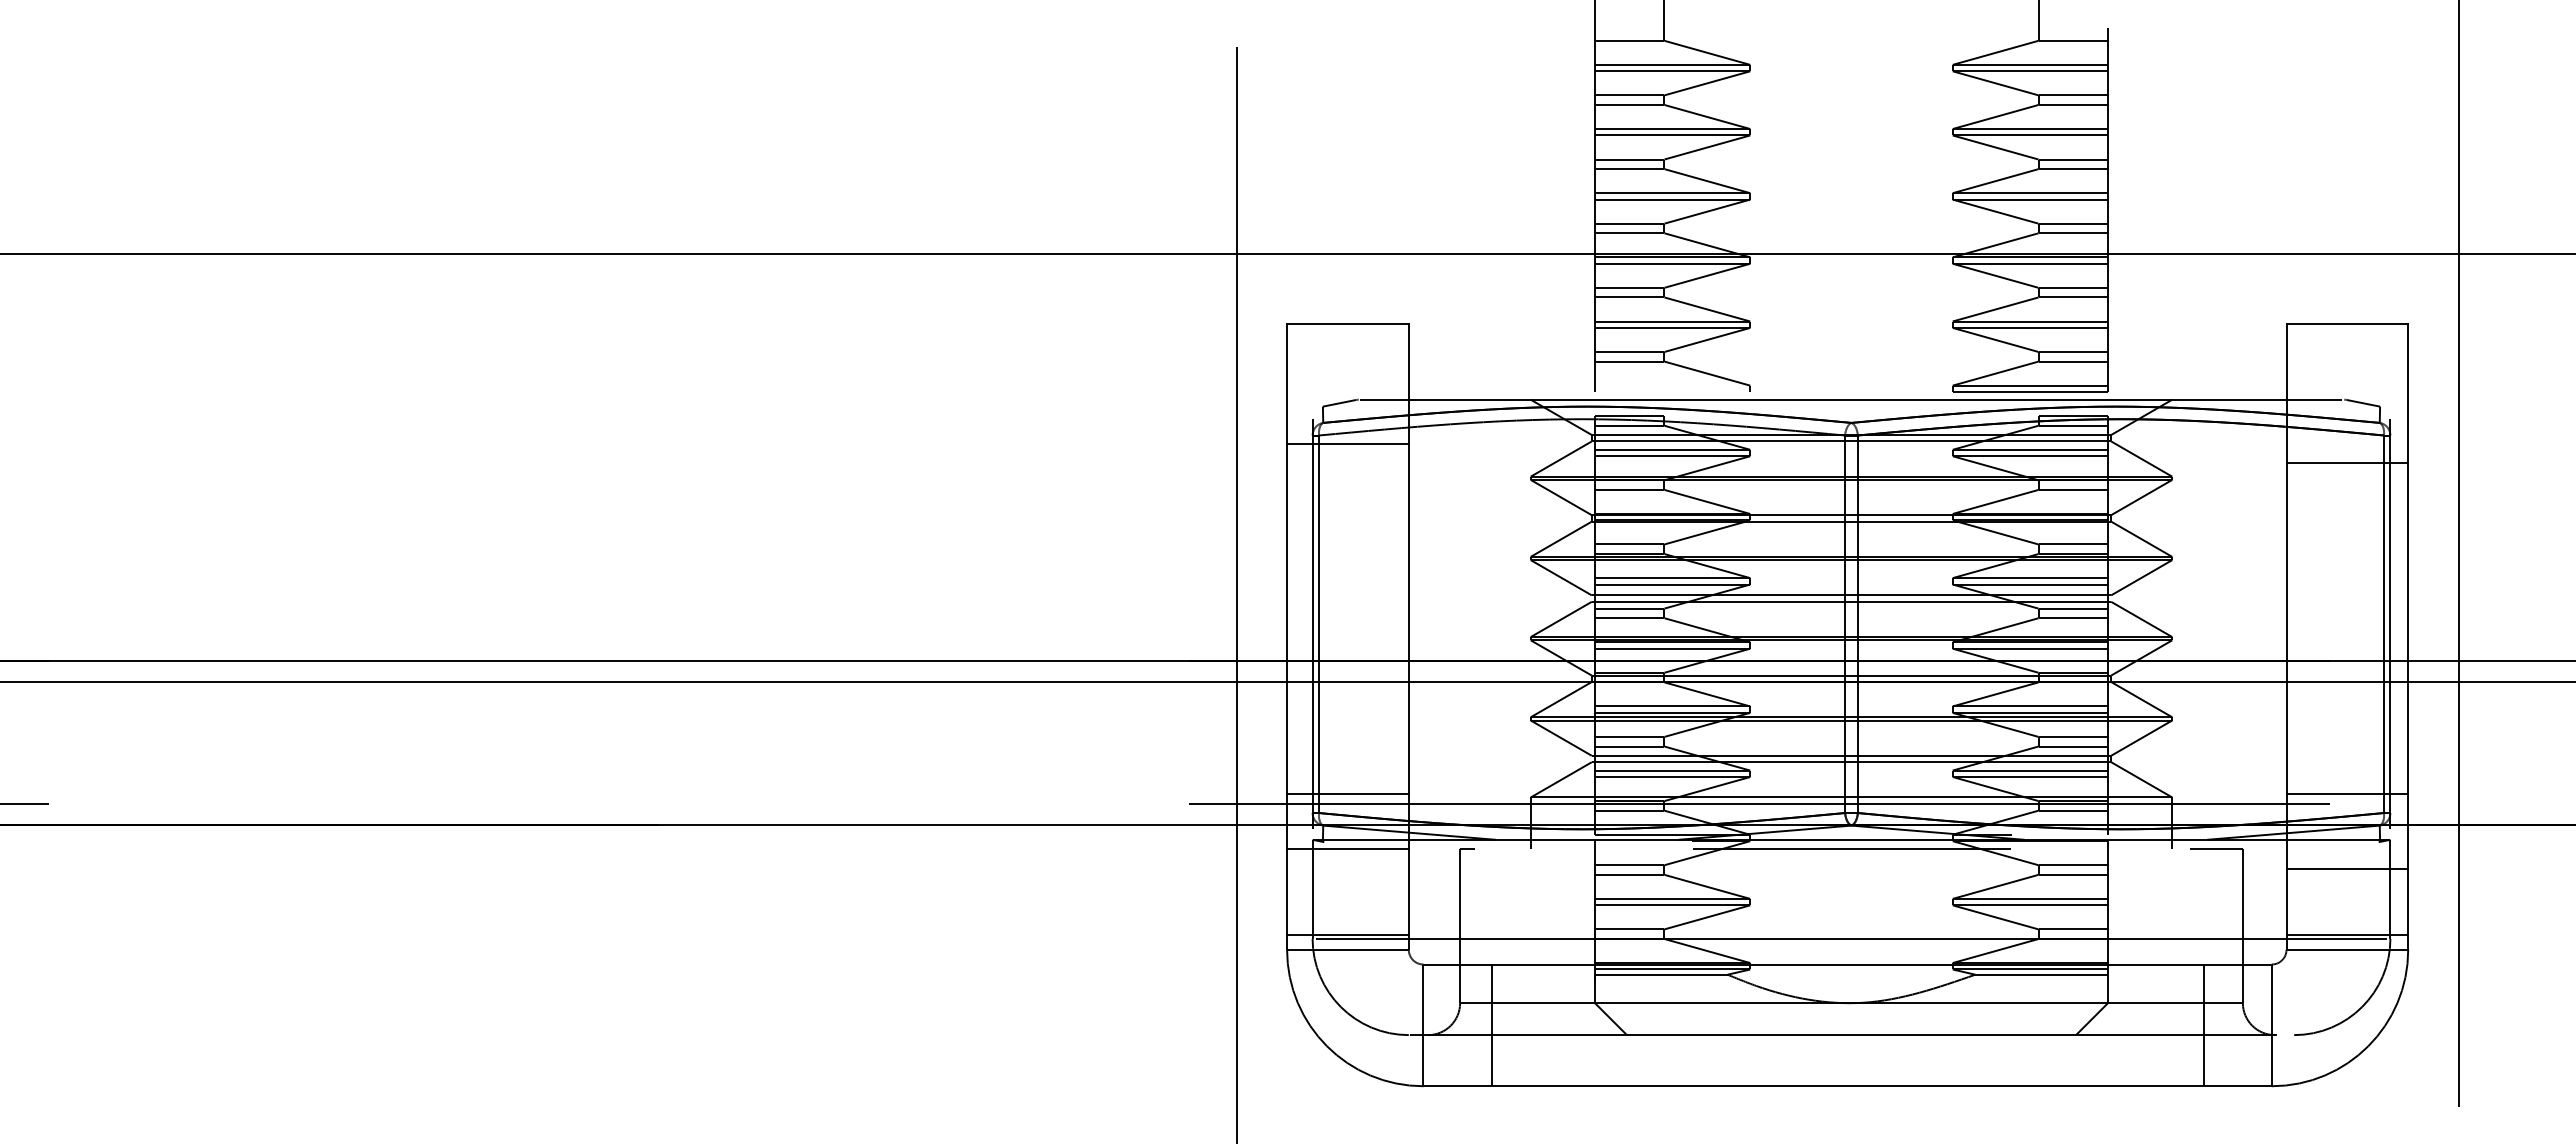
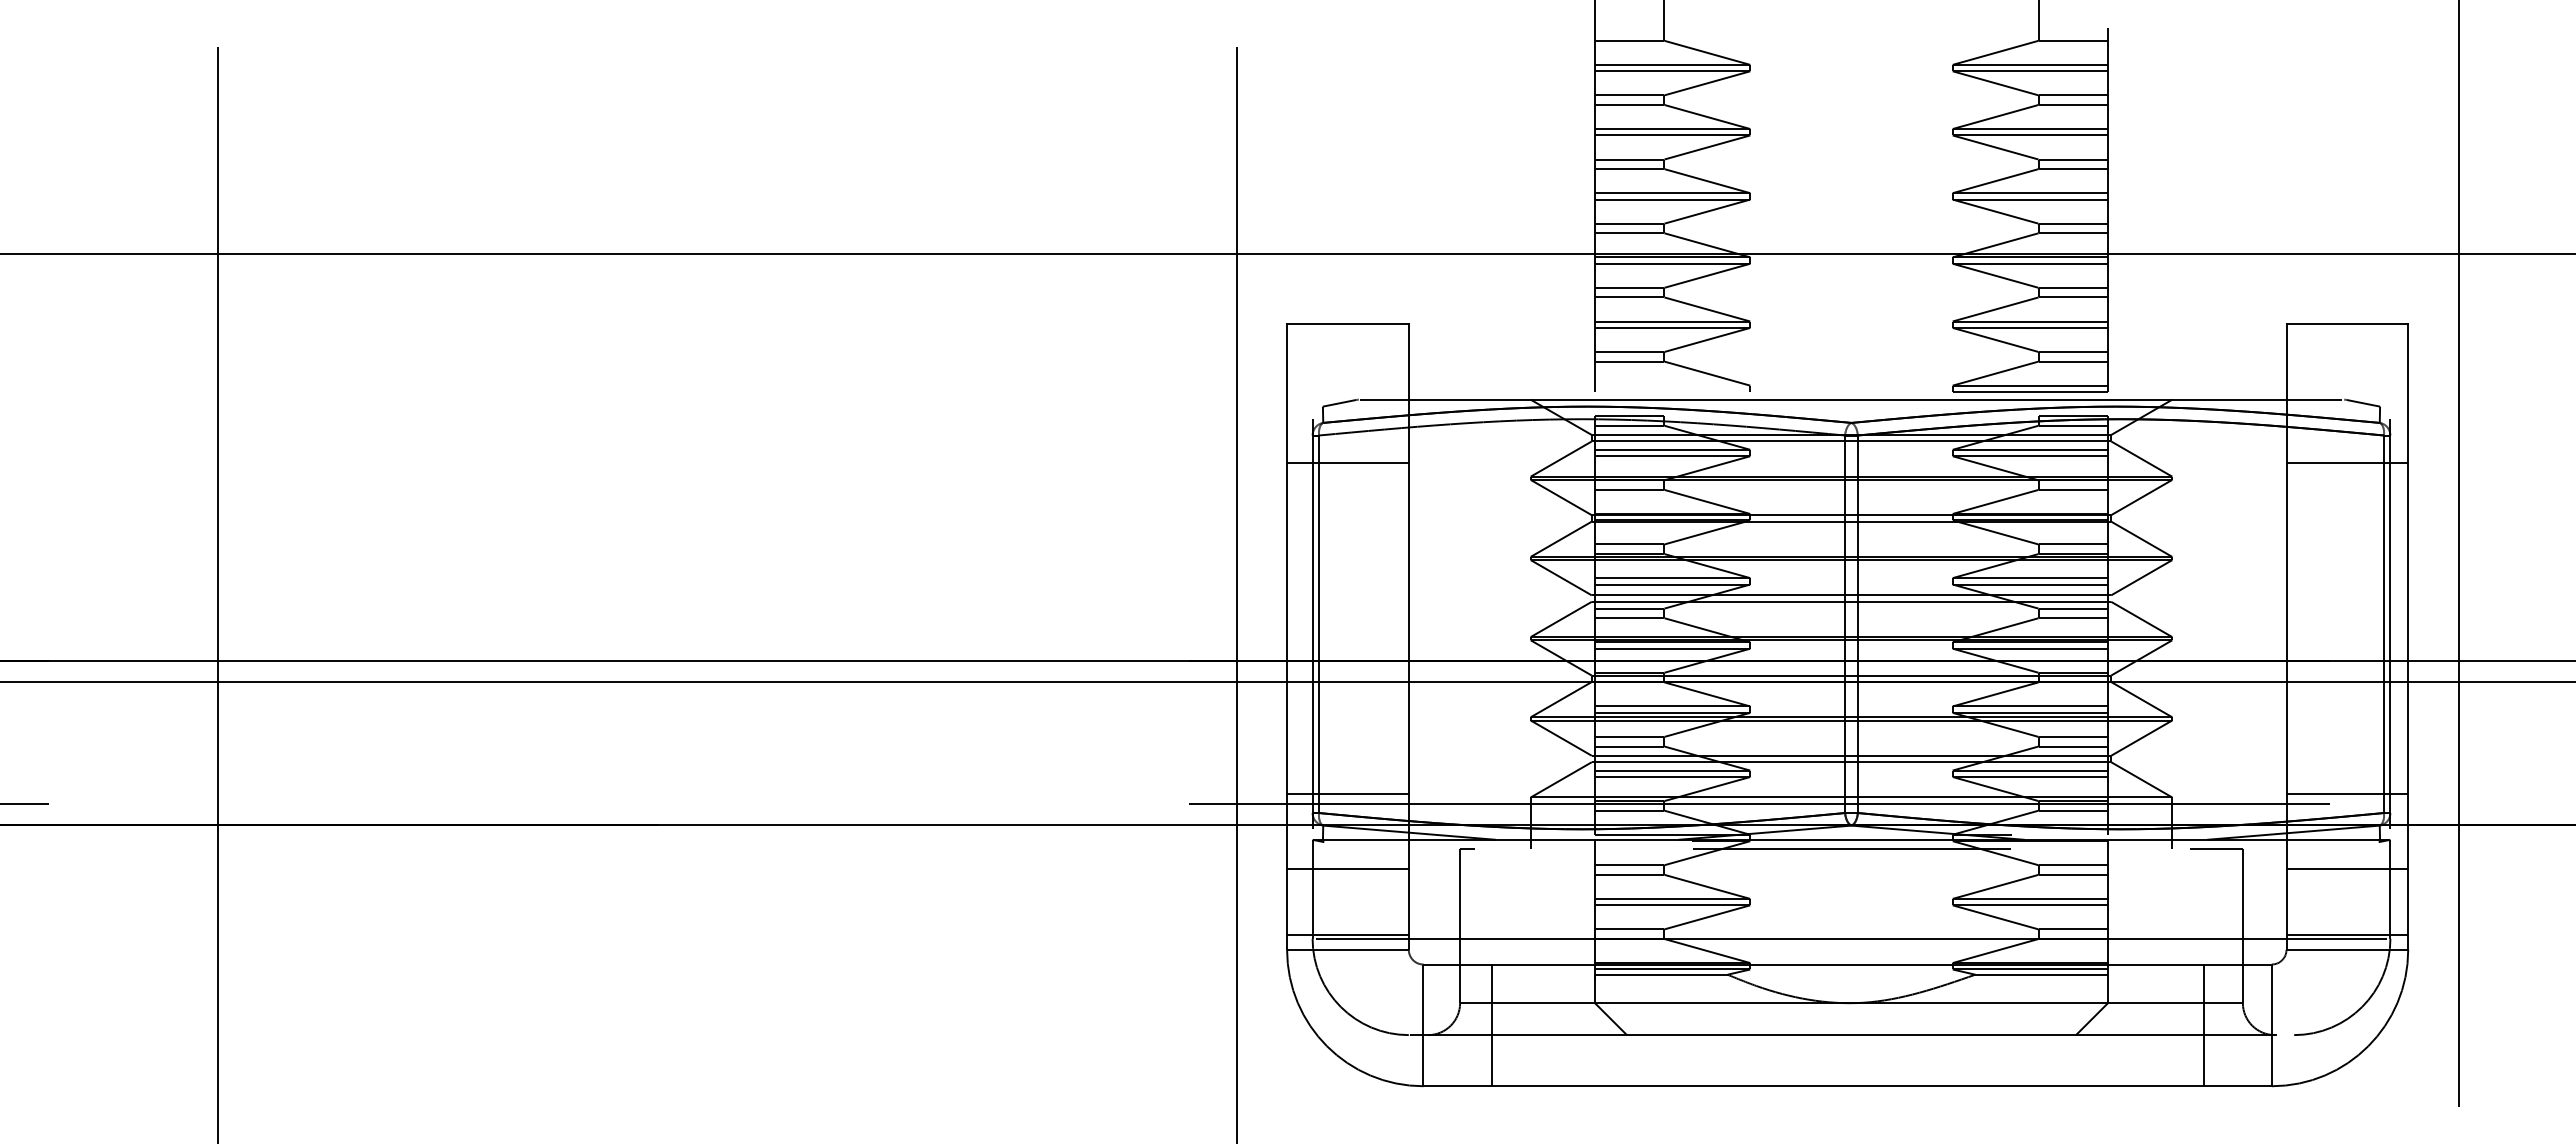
line at (1347, 443) position: (1347, 443) -> (1347, 462)
line at (218, 571): none -> present
line at (1347, 849) position: (1347, 849) -> (1347, 869)
